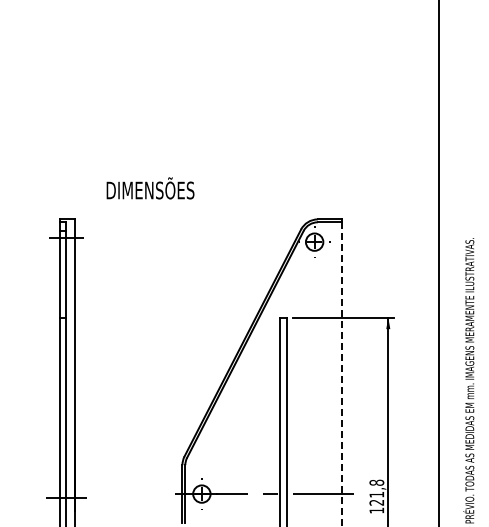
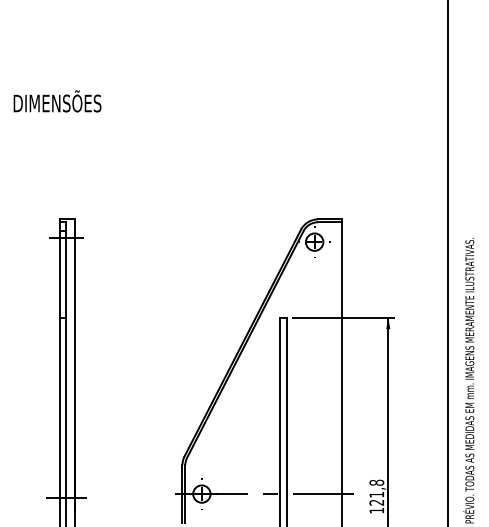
text at (150, 188) position: (150, 188) -> (57, 101)
line at (438, 262) position: (438, 262) -> (447, 262)
line at (341, 374): dashed -> solid
